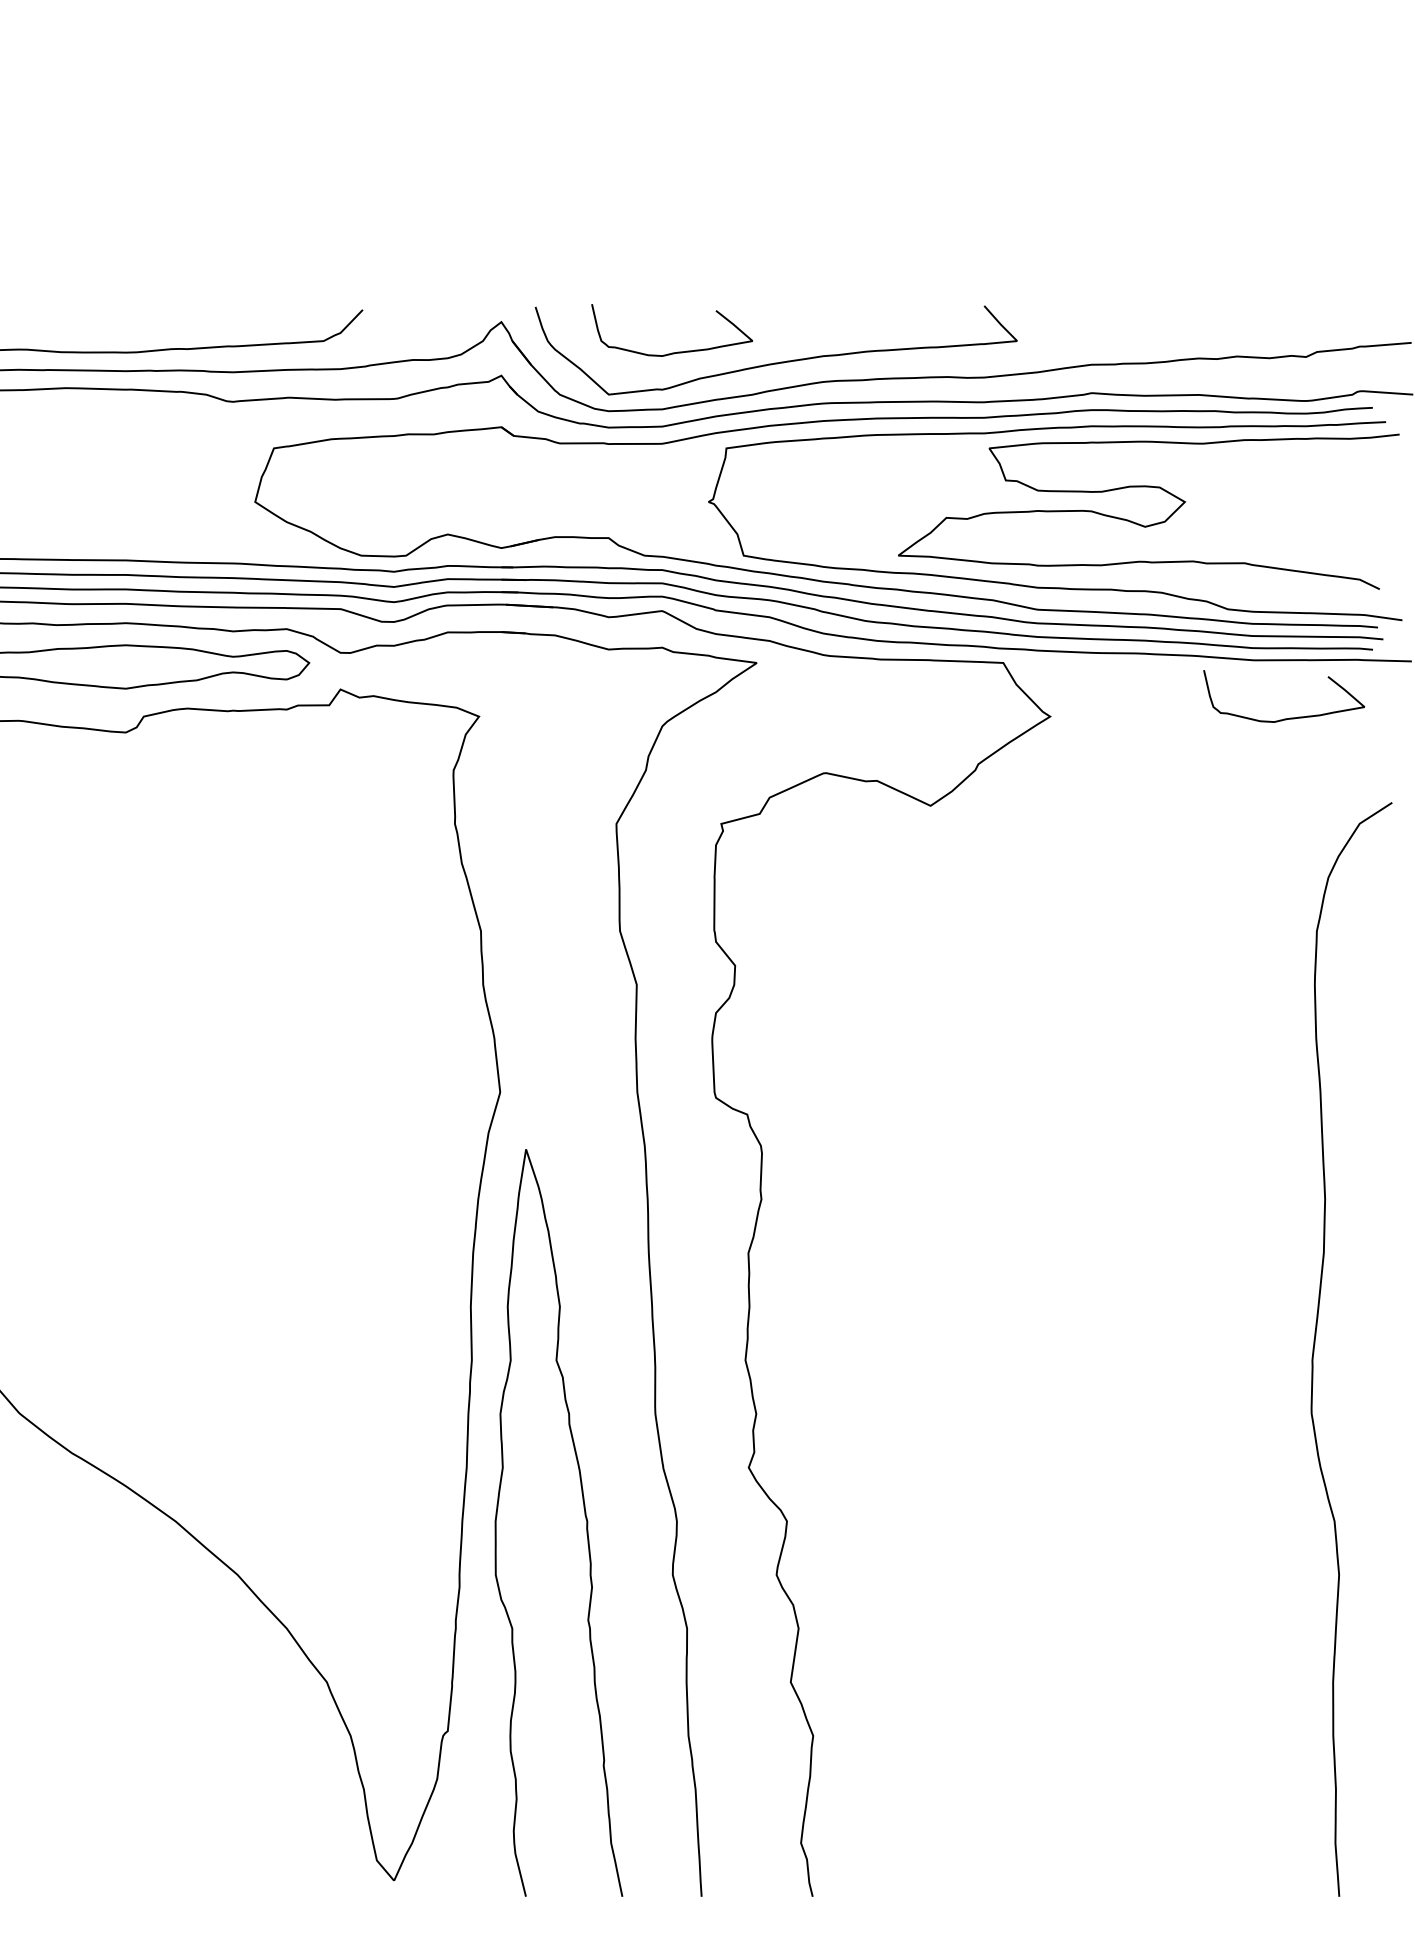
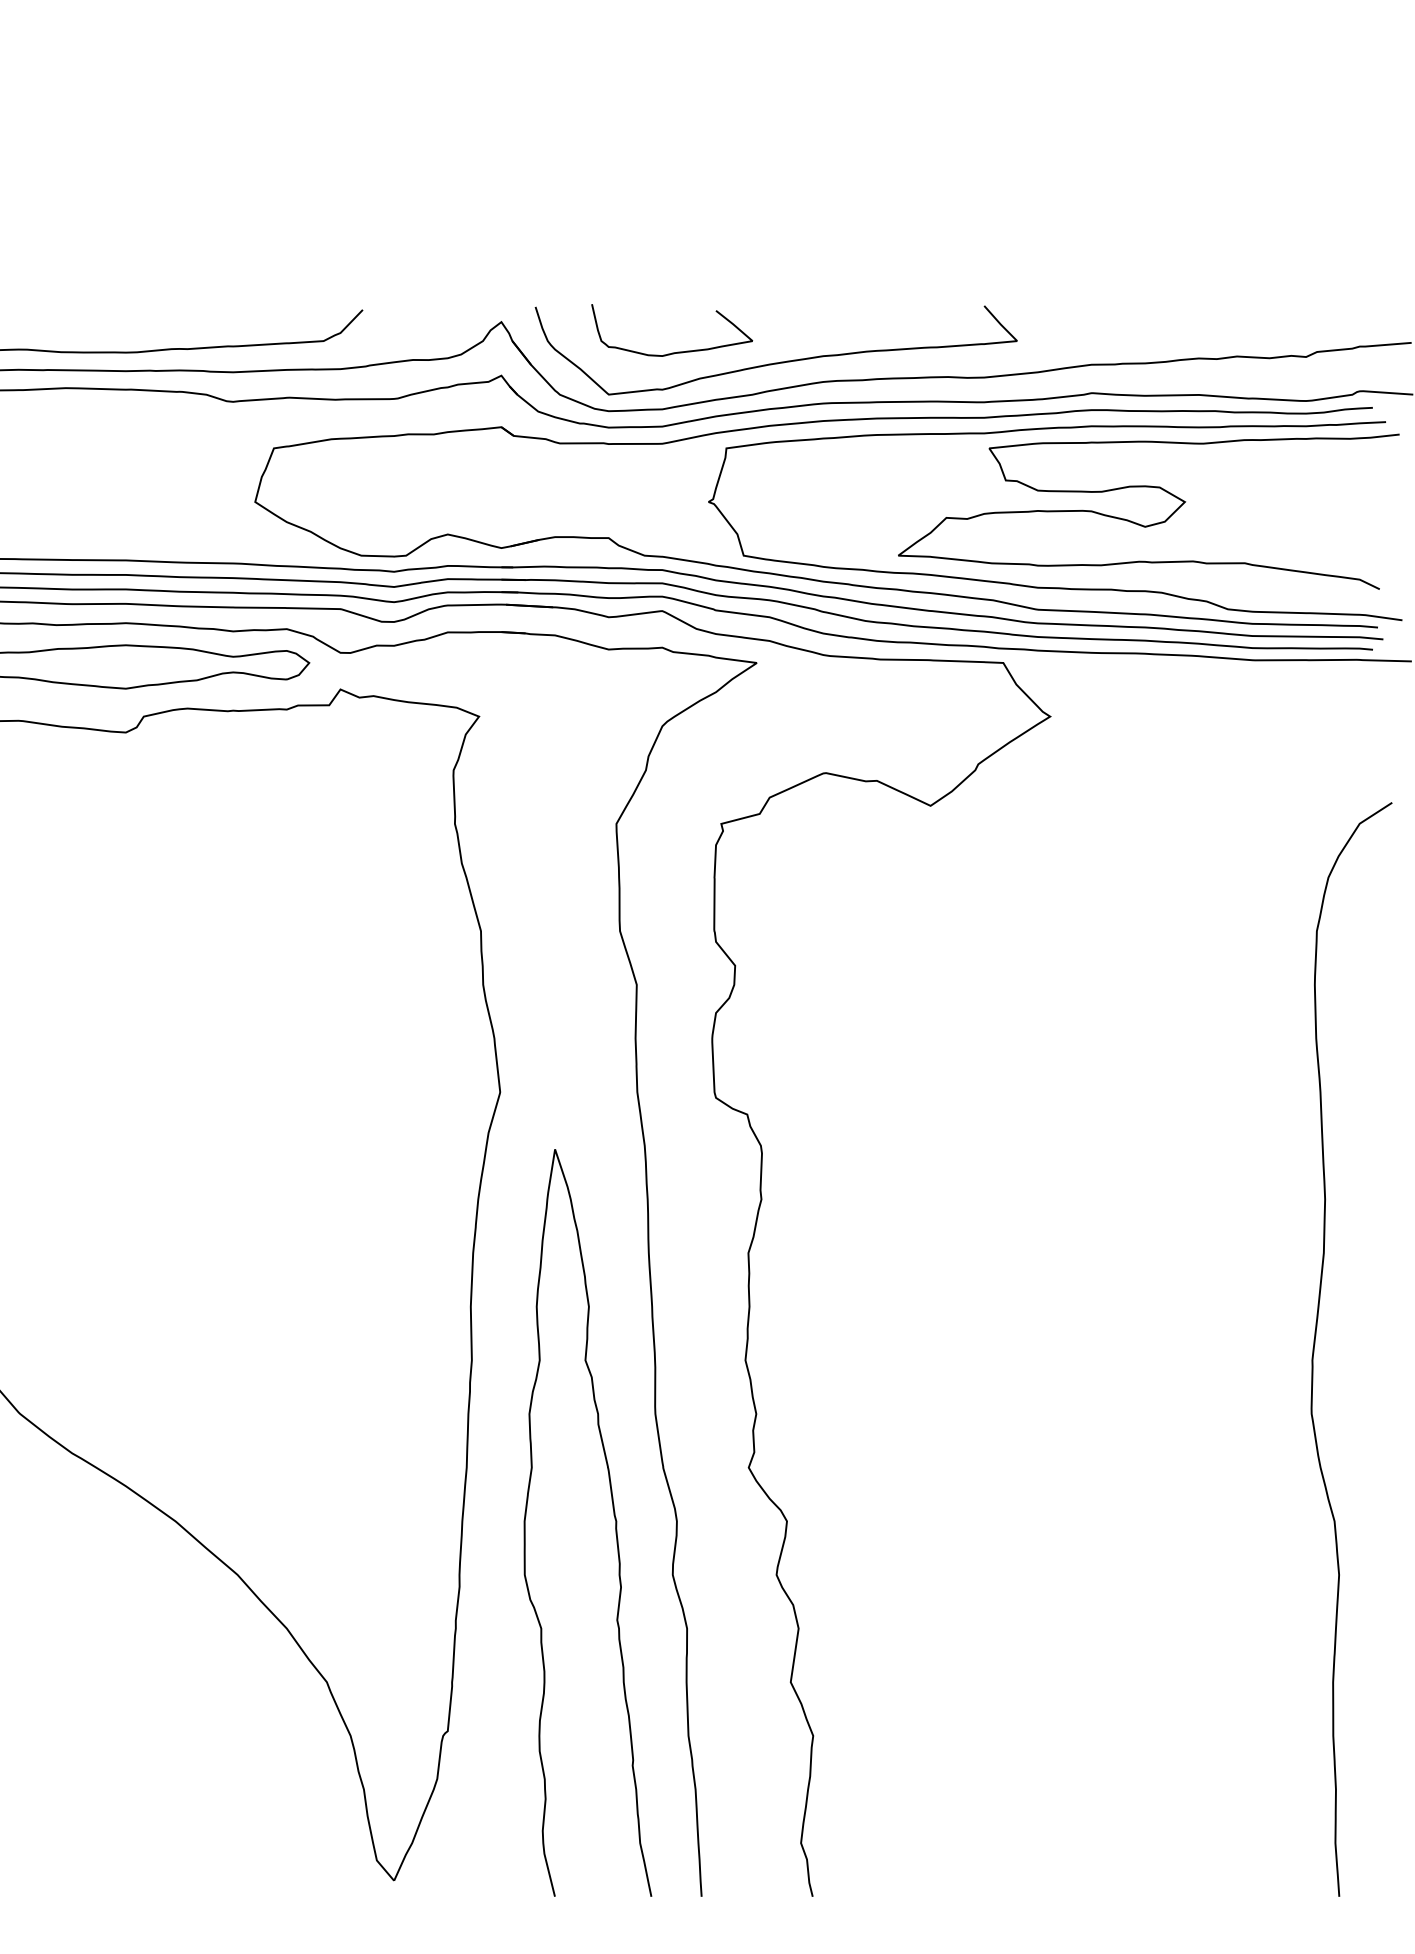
curve at (1289, 717): present -> none
curve at (584, 1515) position: (584, 1515) -> (613, 1515)
